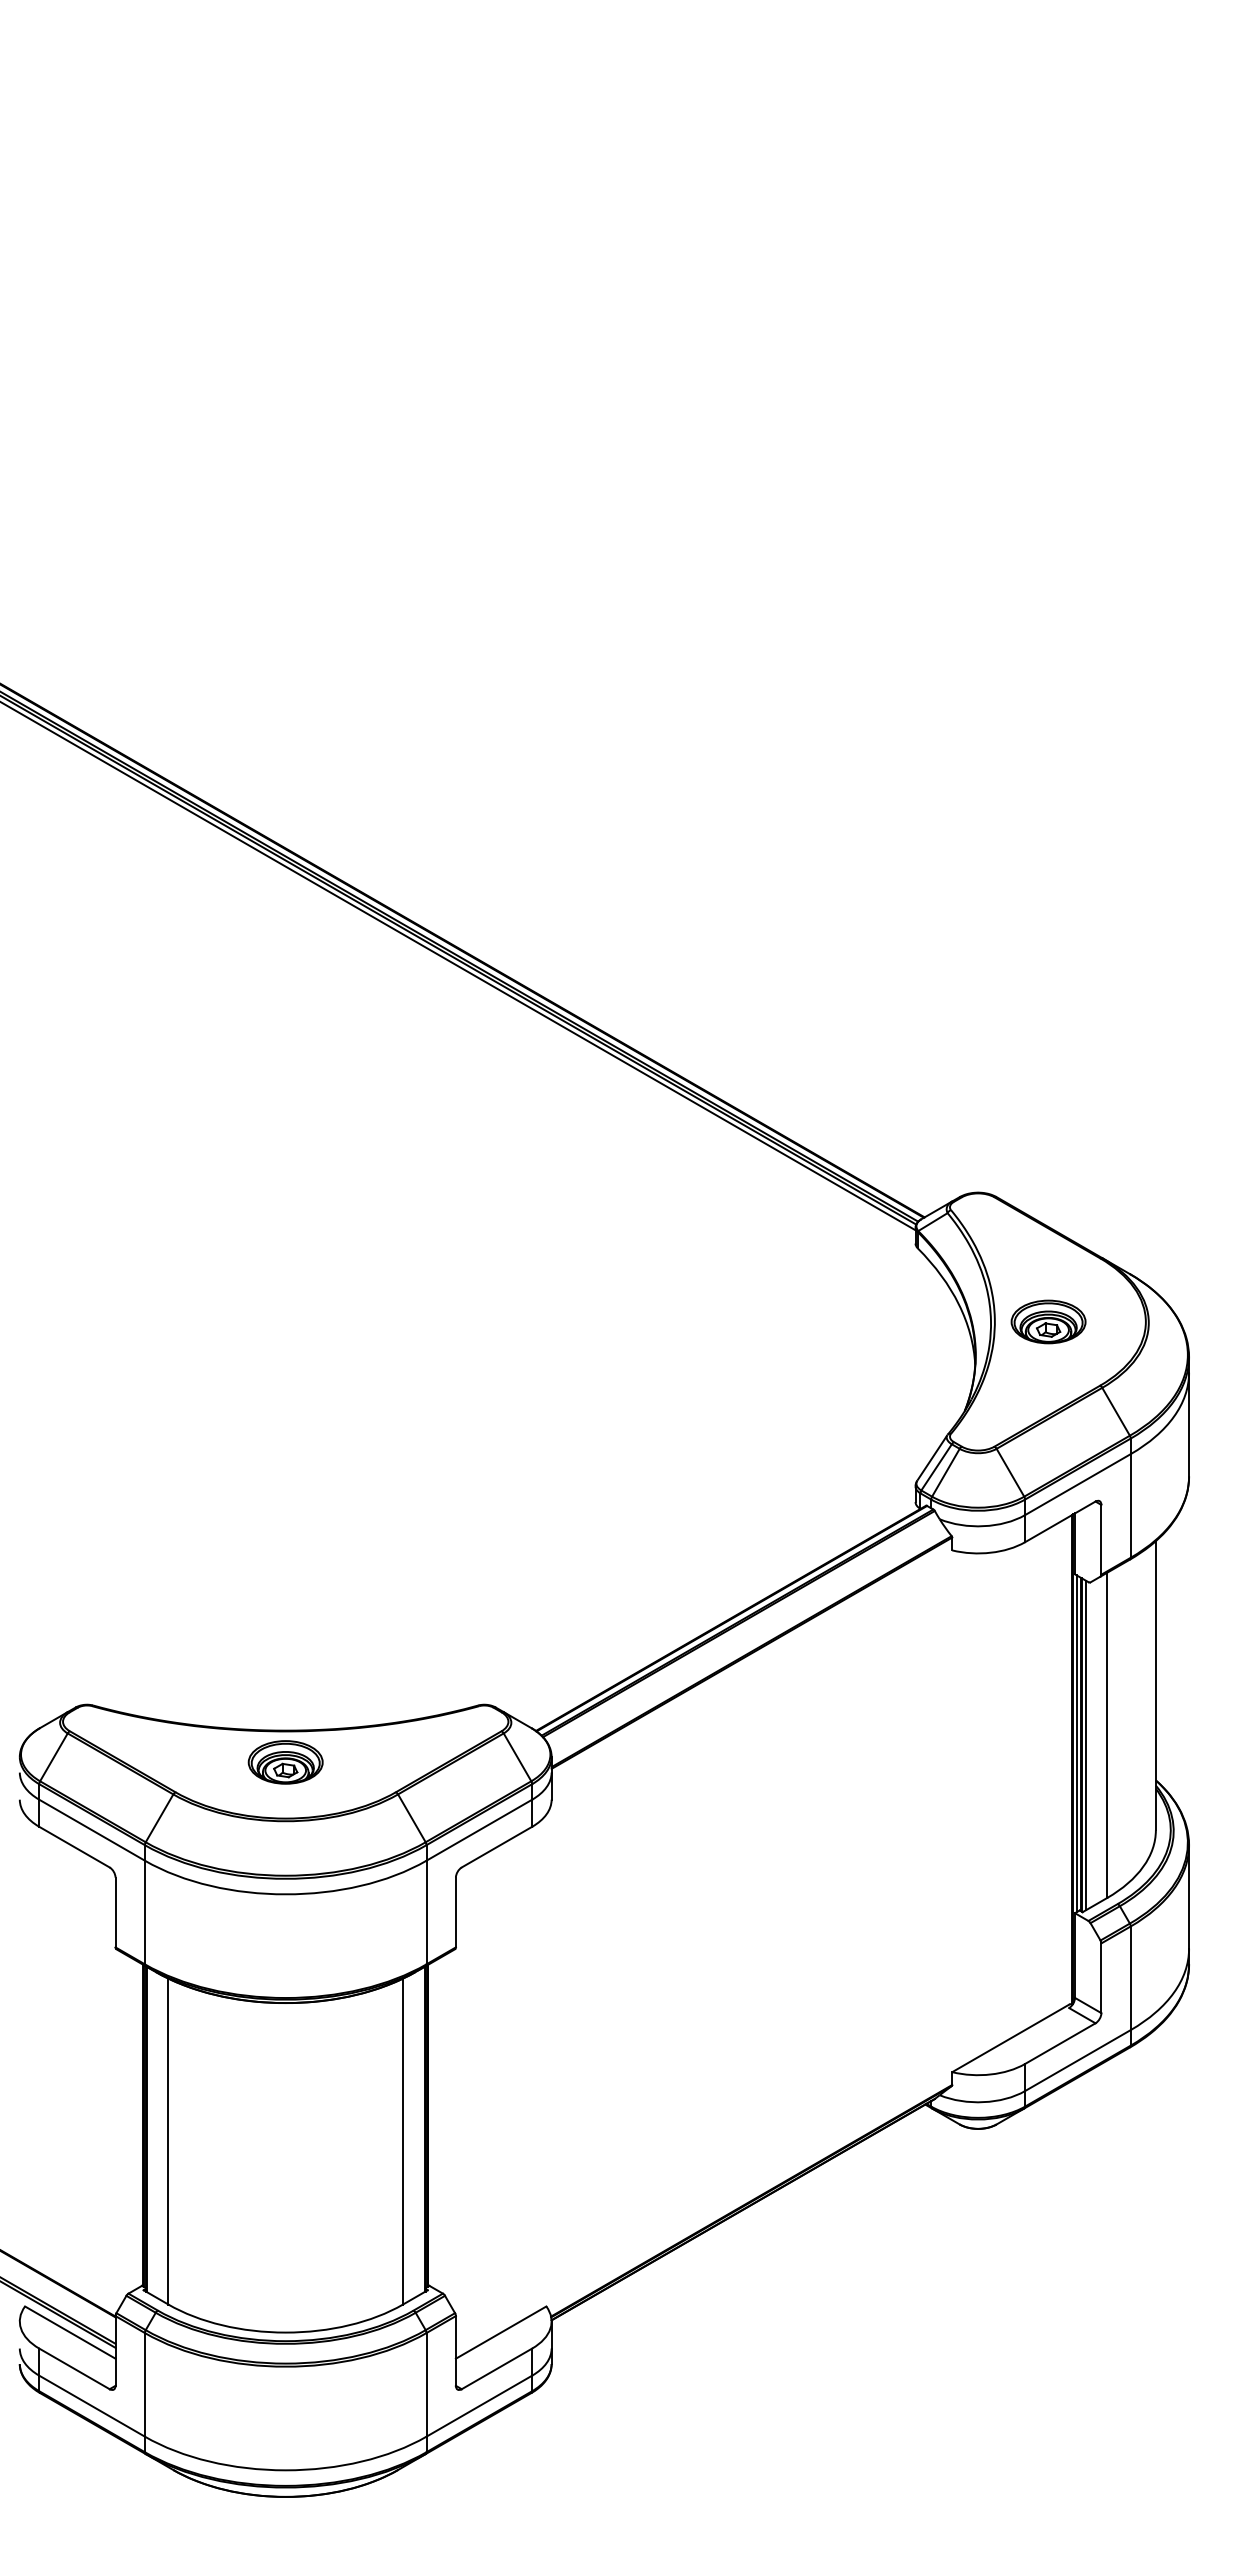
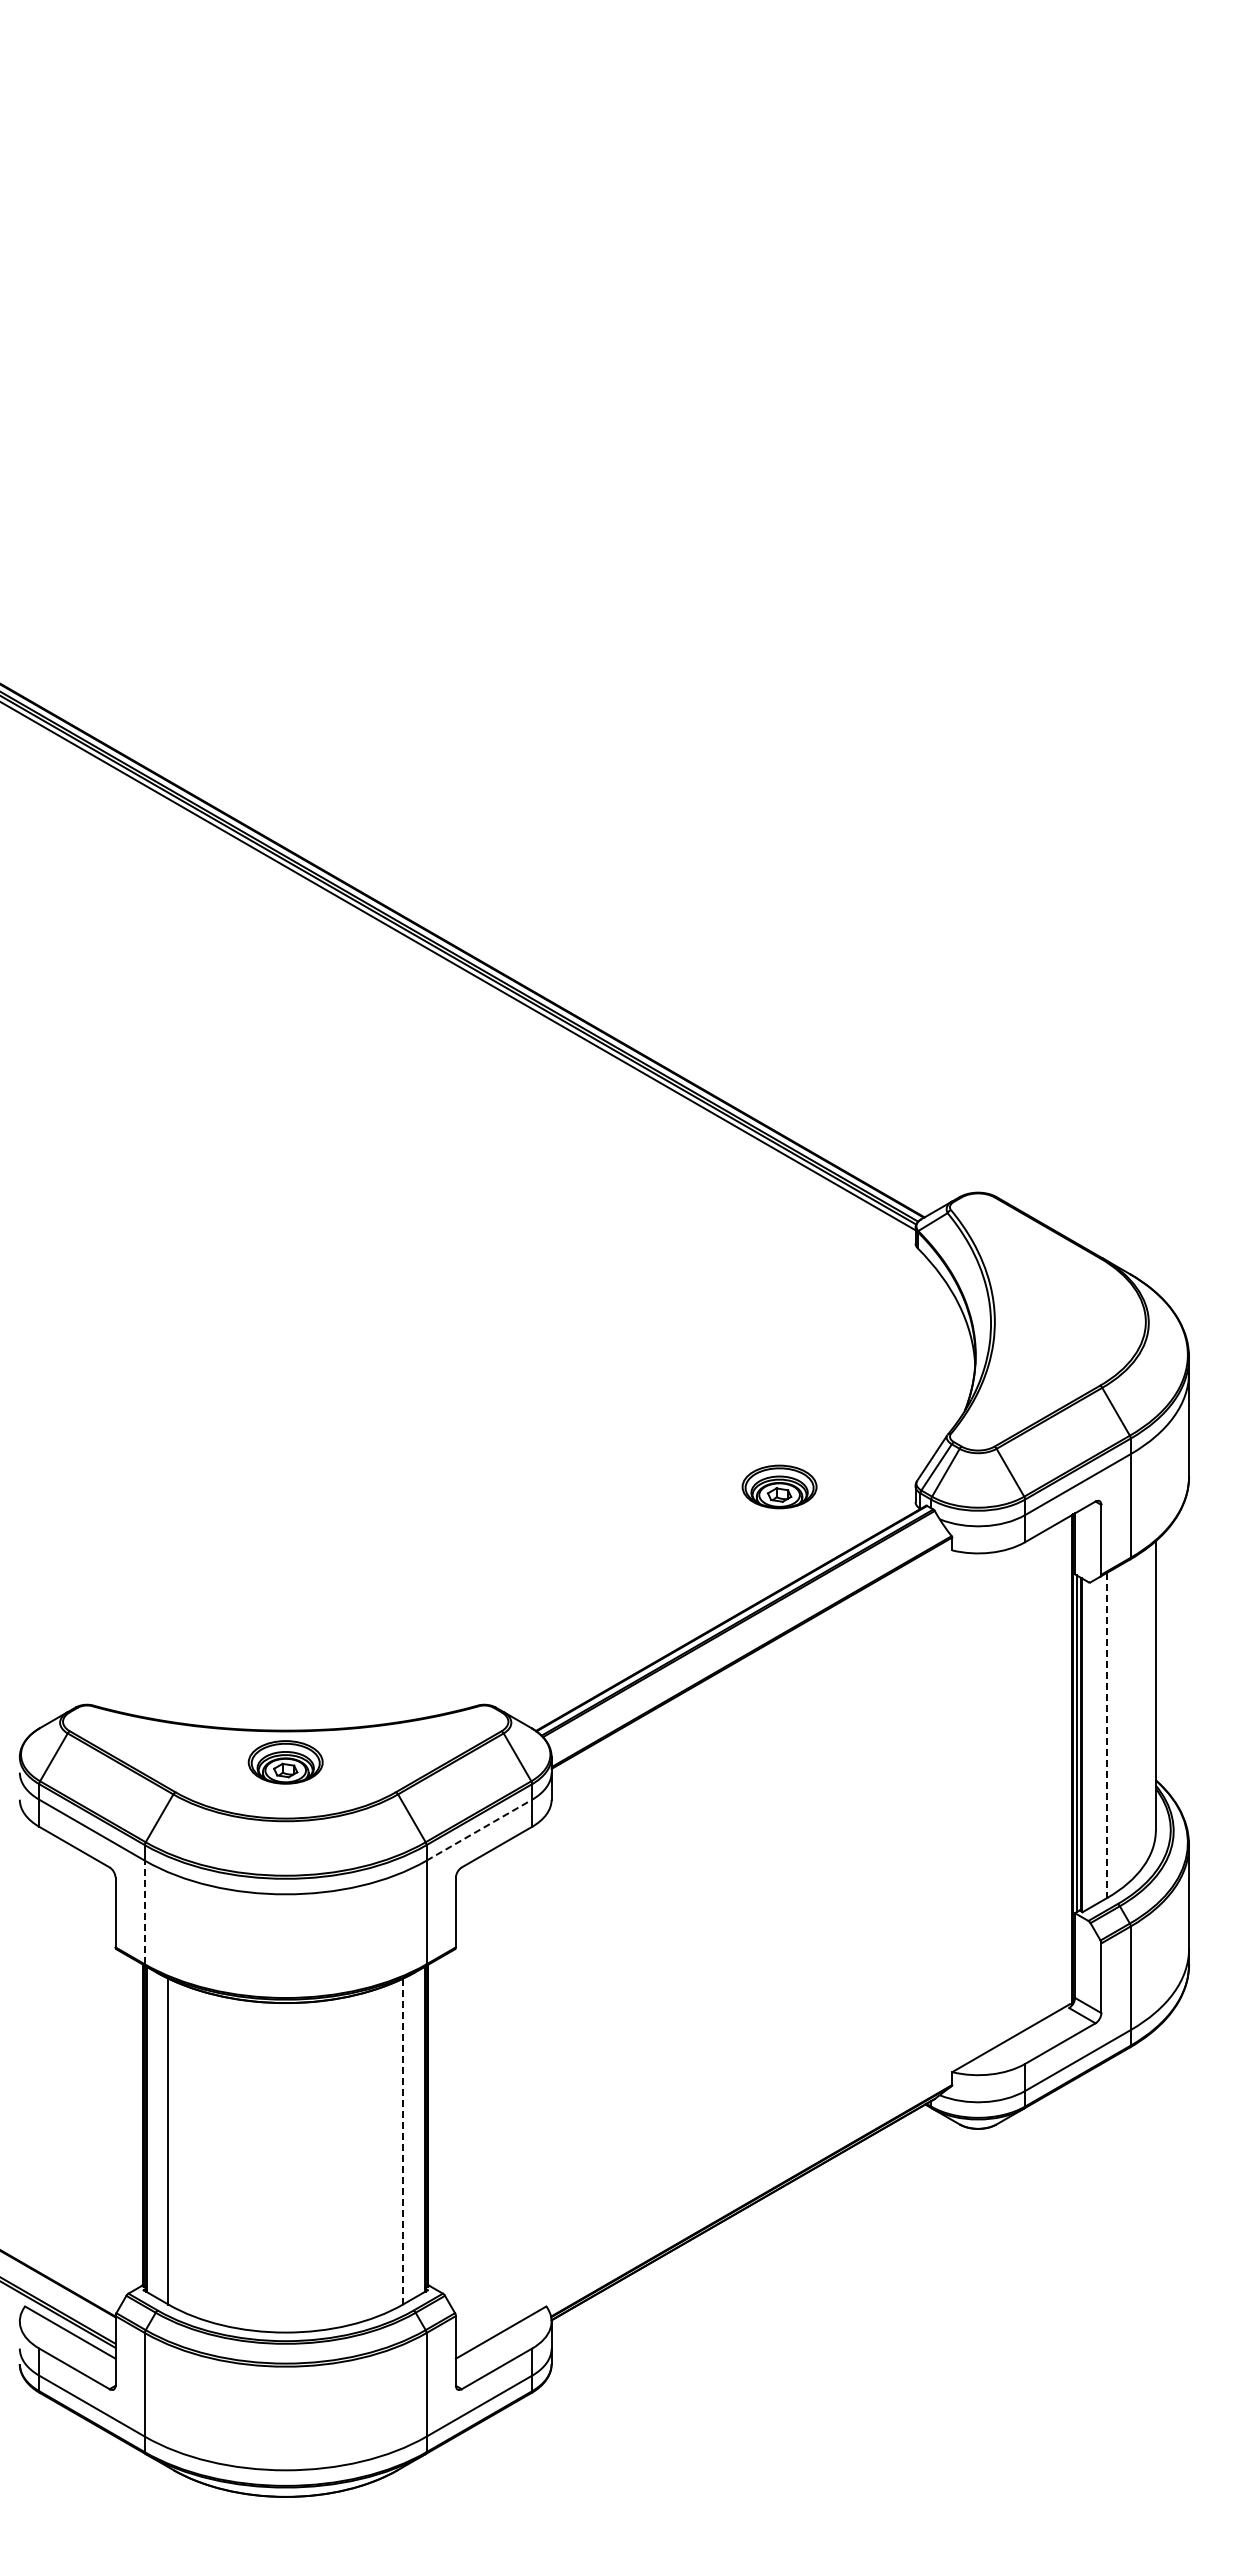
part at (1048, 1321) position: (1048, 1321) -> (779, 1486)
line at (1107, 1735): solid -> dashed
line at (1085, 1745): present -> none
line at (479, 1830): solid -> dashed
line at (144, 1912): solid -> dashed
line at (403, 2141): solid -> dashed
